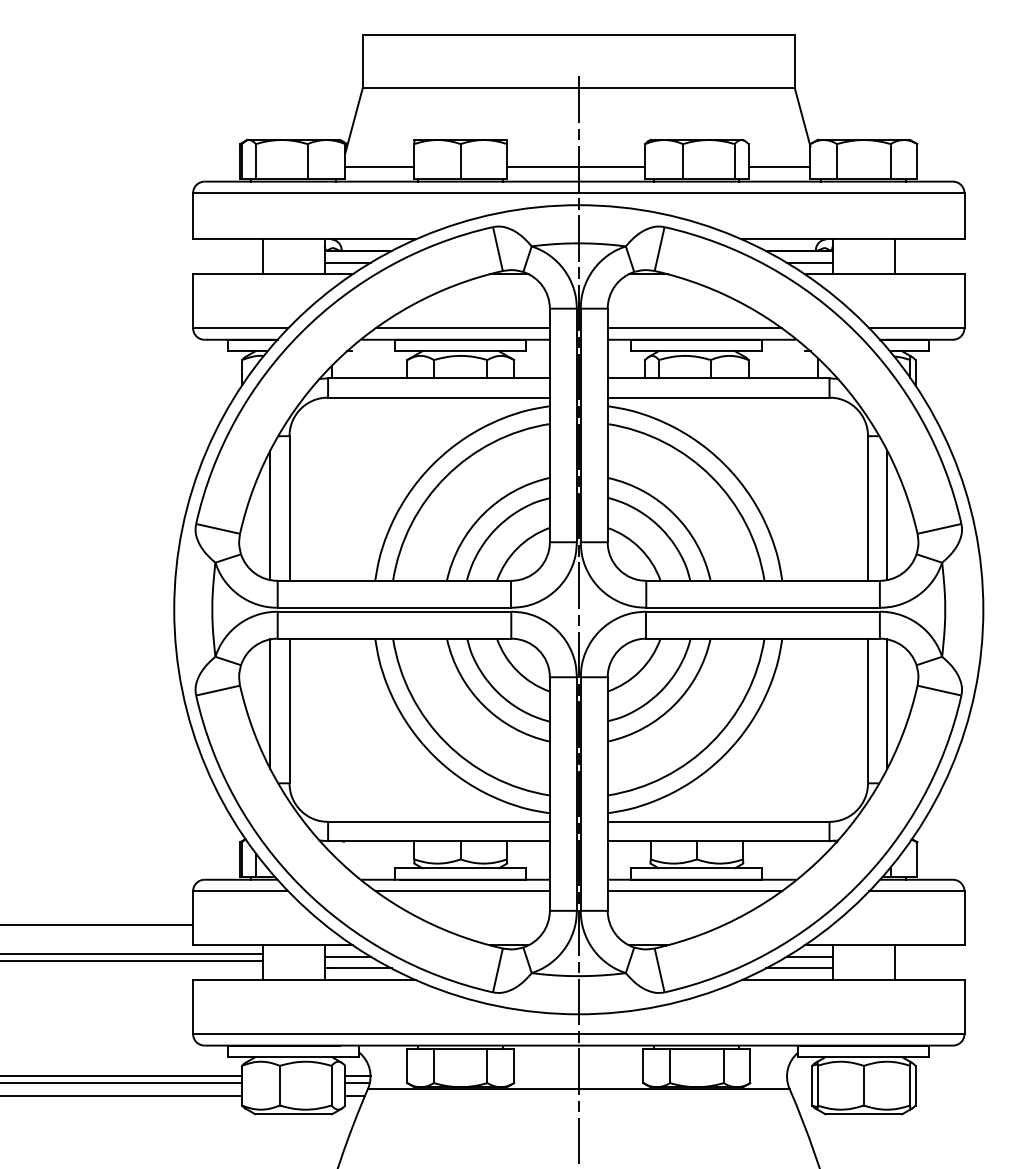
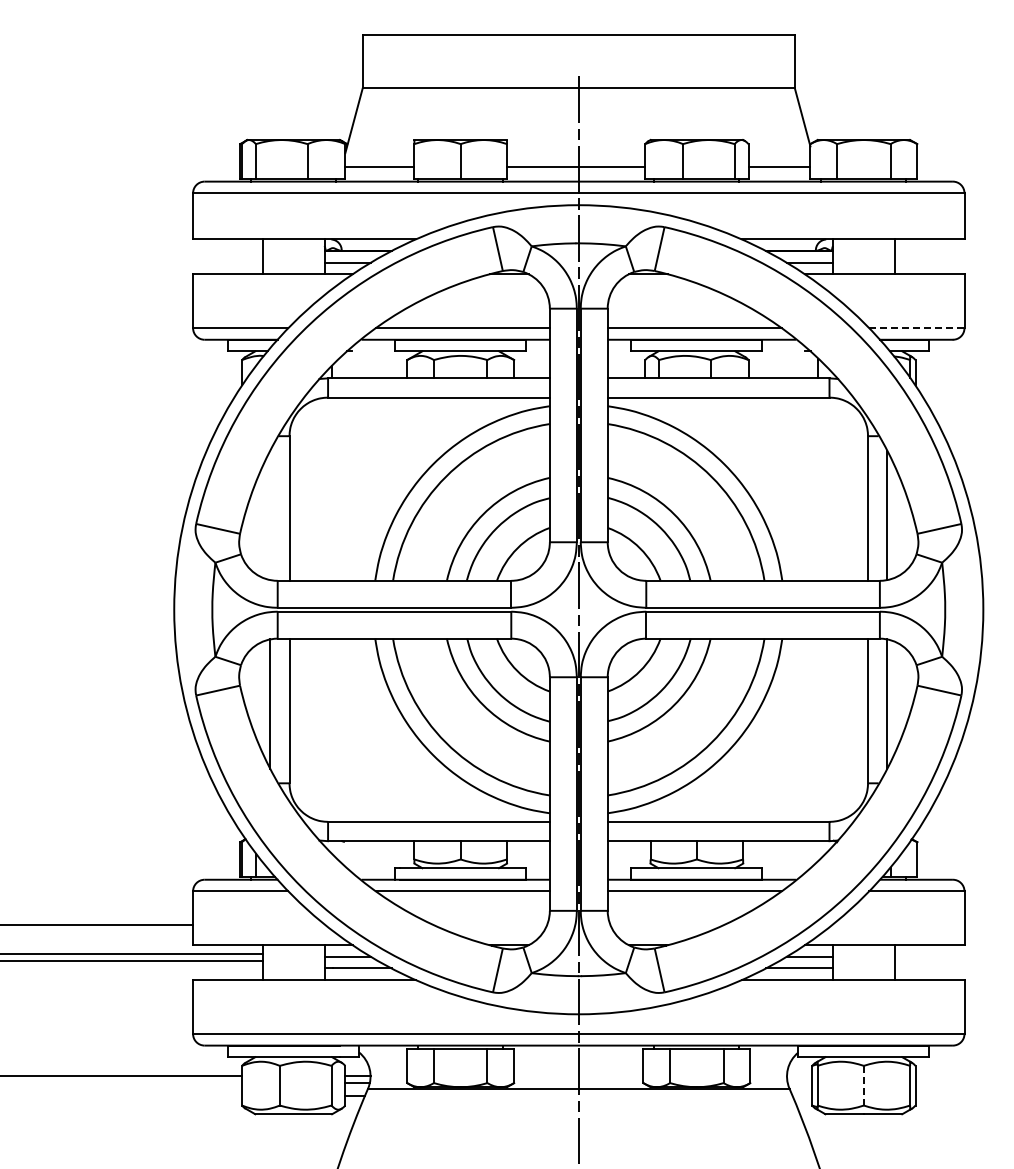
line at (916, 328): solid -> dashed
line at (270, 515): present -> none
line at (122, 1082): present -> none
line at (863, 1085): solid -> dashed
line at (122, 1095): present -> none
